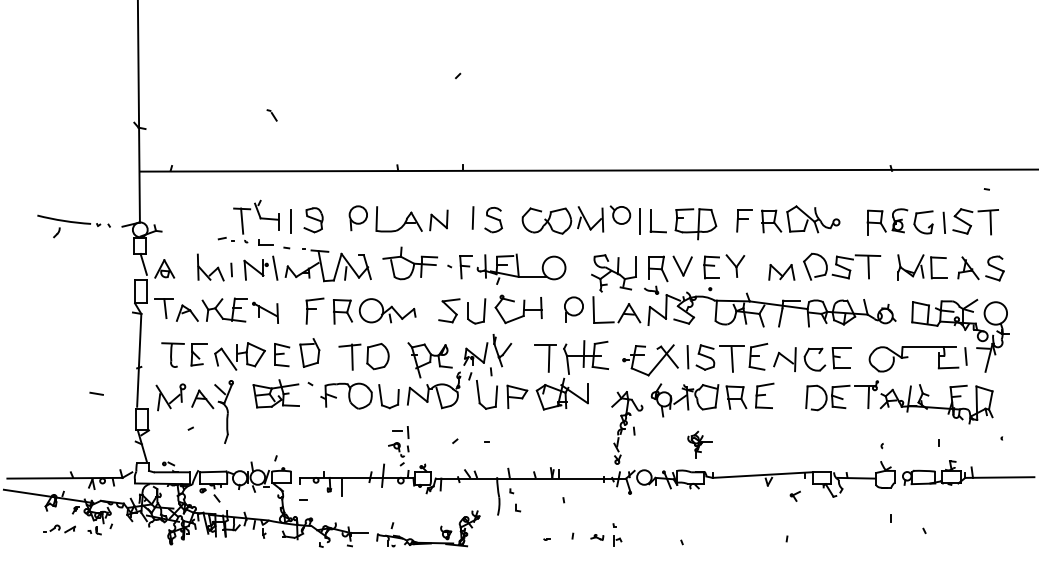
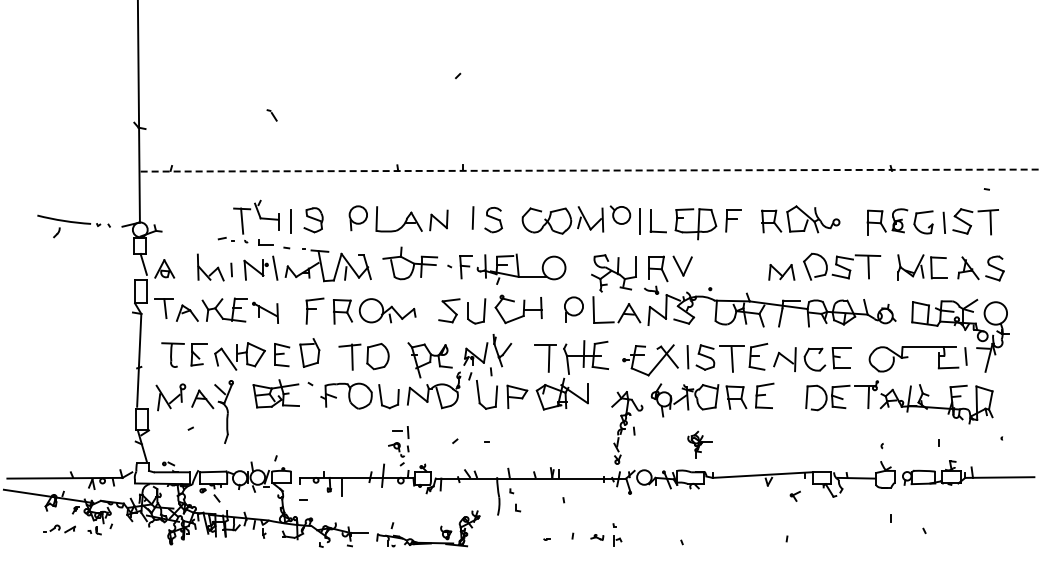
line at (589, 170): solid -> dashed
part at (744, 220) position: (744, 220) -> (733, 220)
part at (729, 260): present -> none
line at (96, 393): present -> none
